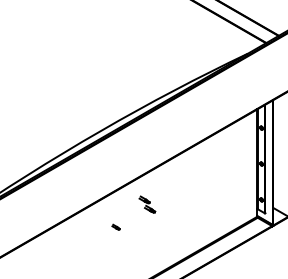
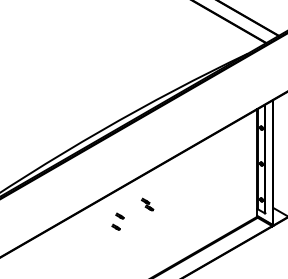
part at (147, 204) size: 19x19 px -> 14x15 px
part at (119, 215): none -> present
